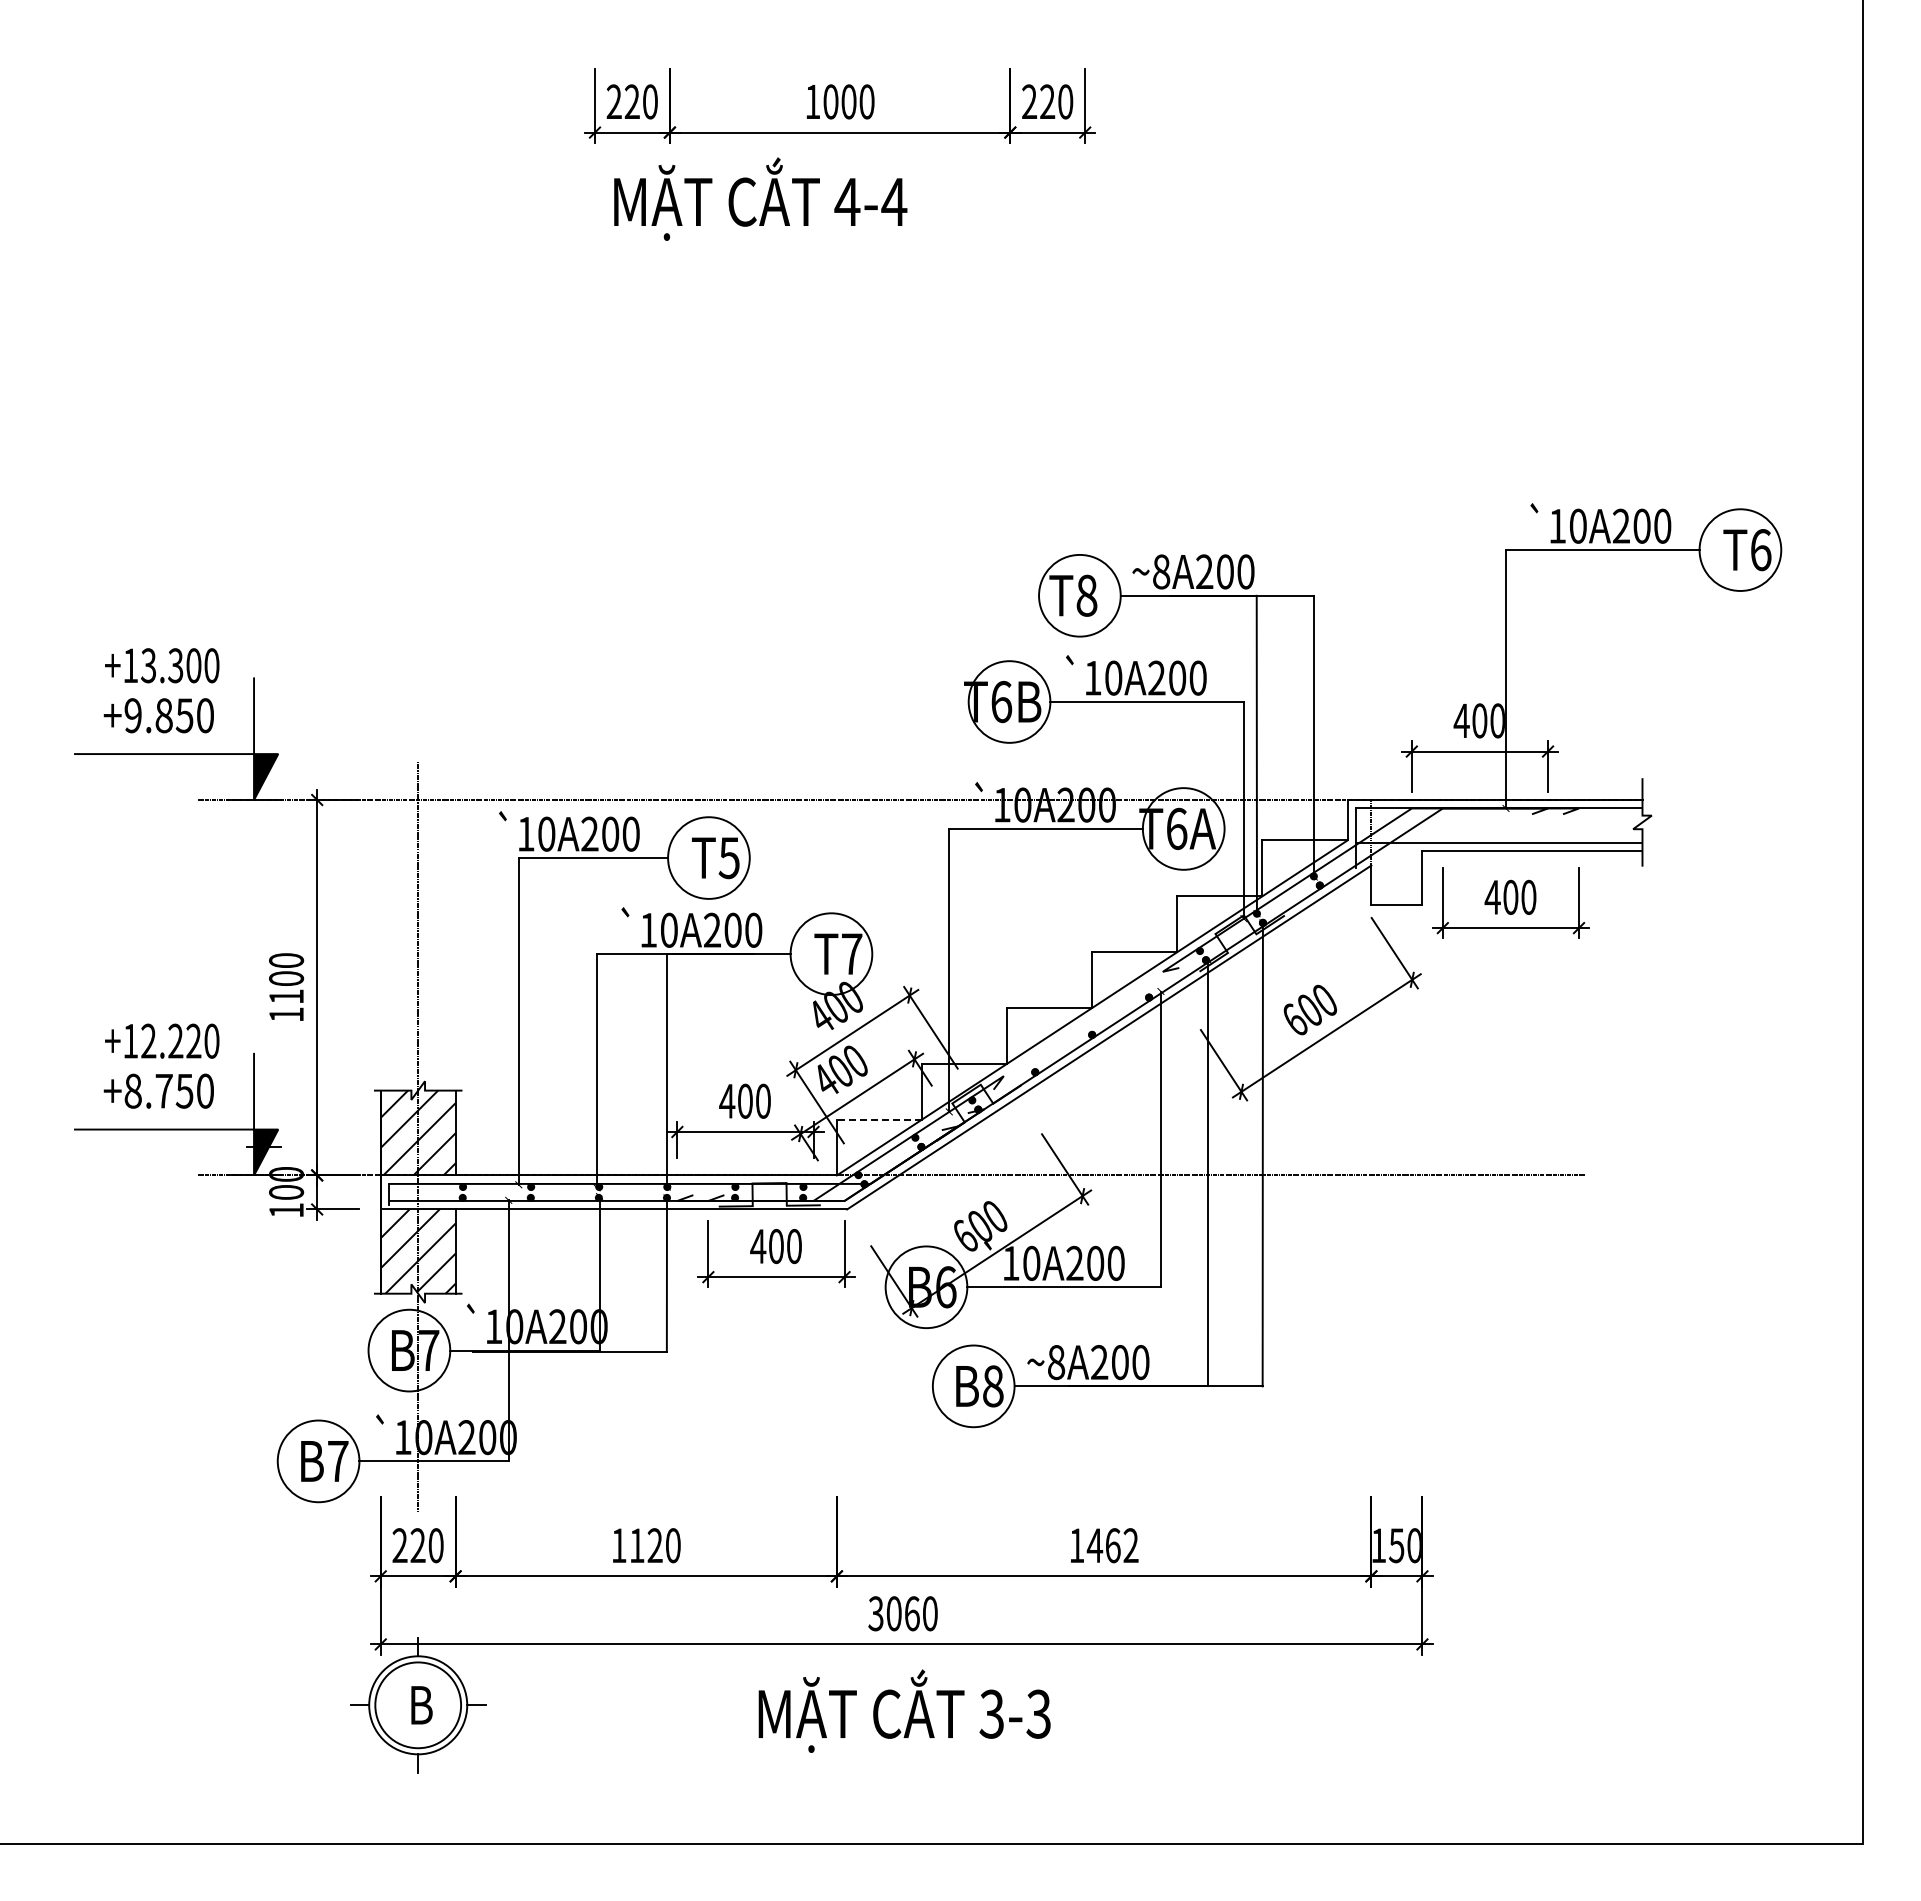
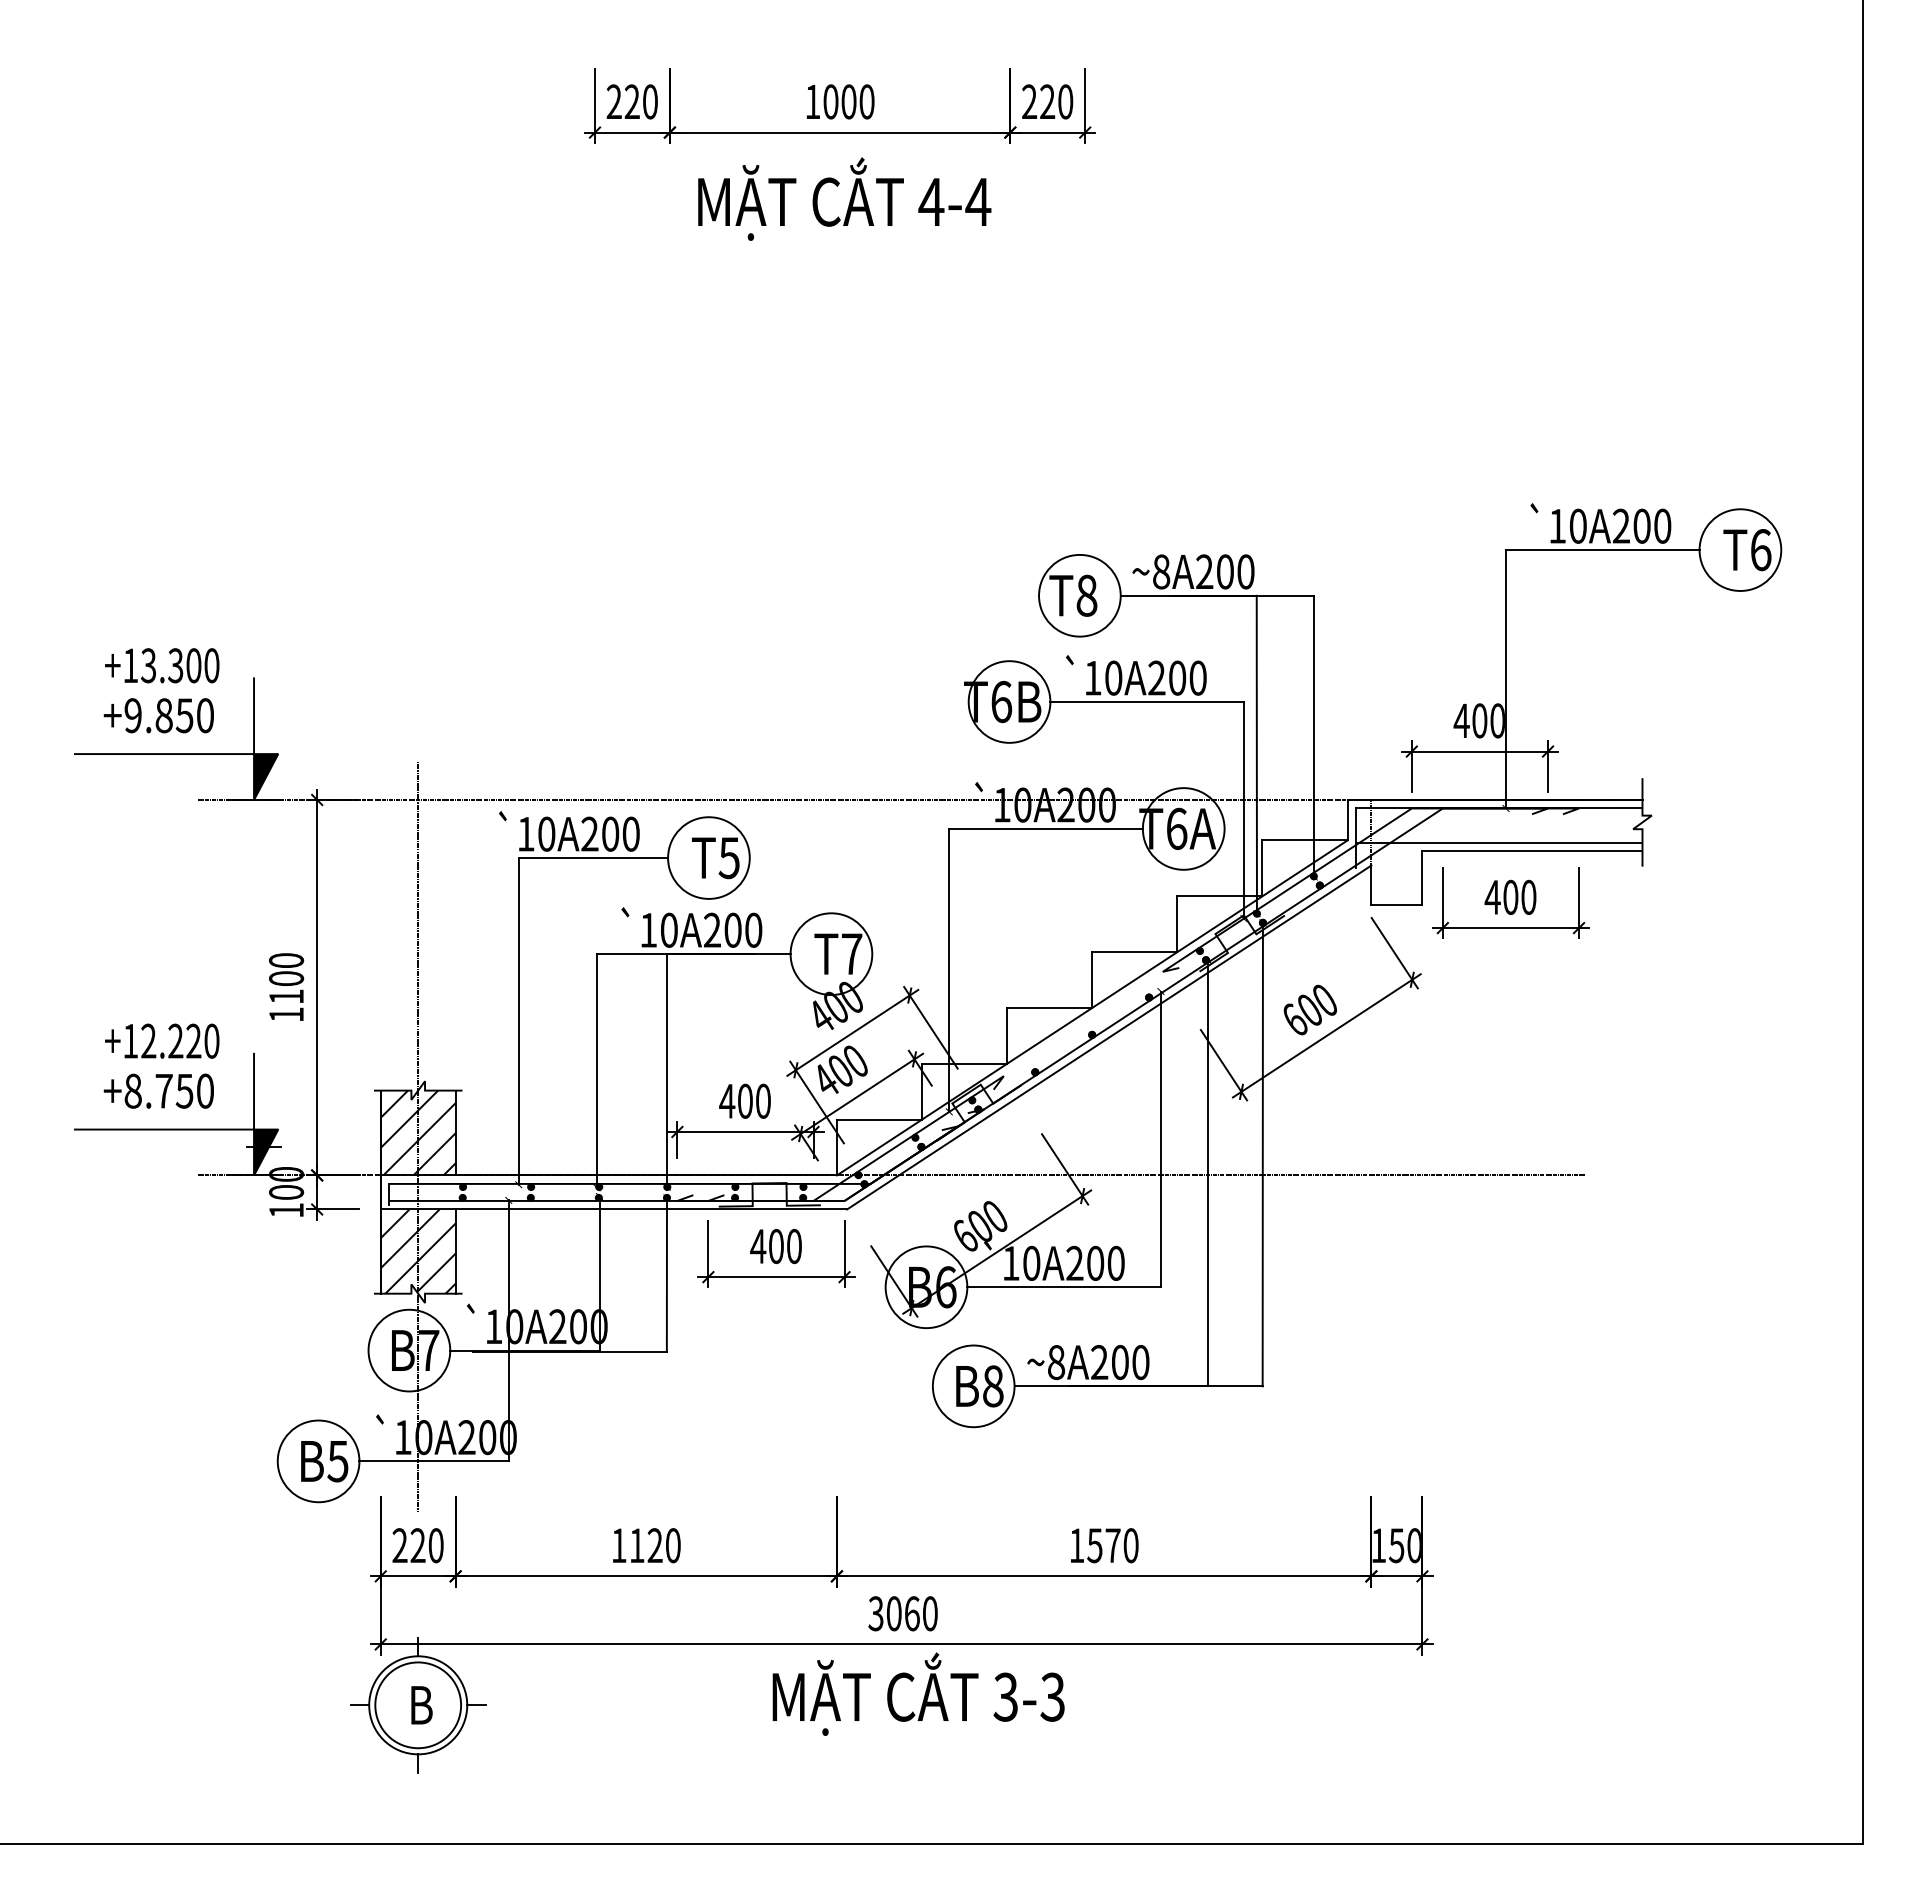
text at (760, 198) position: (760, 198) -> (844, 198)
line at (879, 1119): dashed -> solid
text at (337, 1461): B7 -> B5
text at (1112, 1545): 1462 -> 1570
text at (904, 1710) position: (904, 1710) -> (918, 1693)
